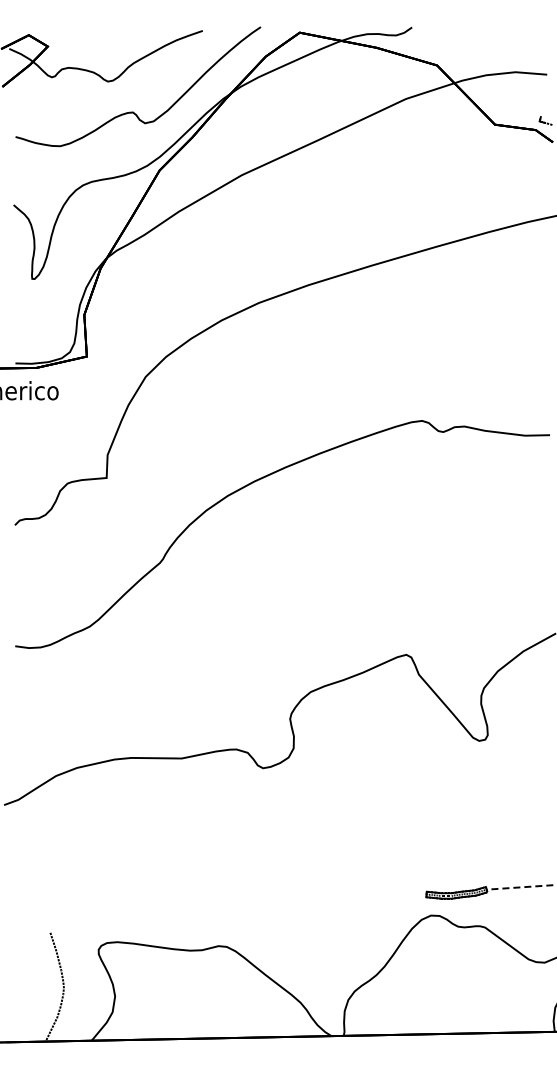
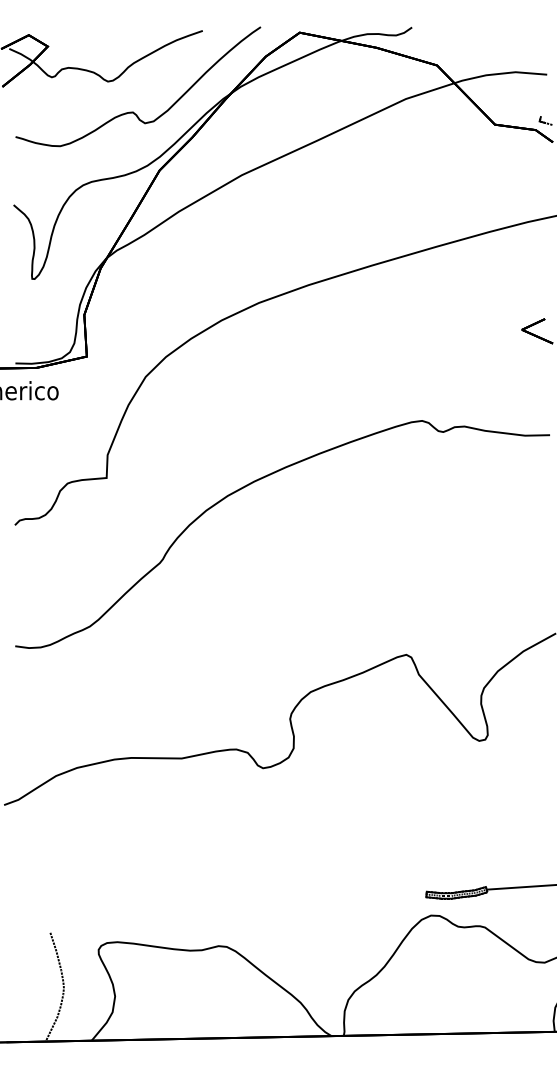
part at (537, 331): none -> present
line at (521, 887): dashed -> solid
